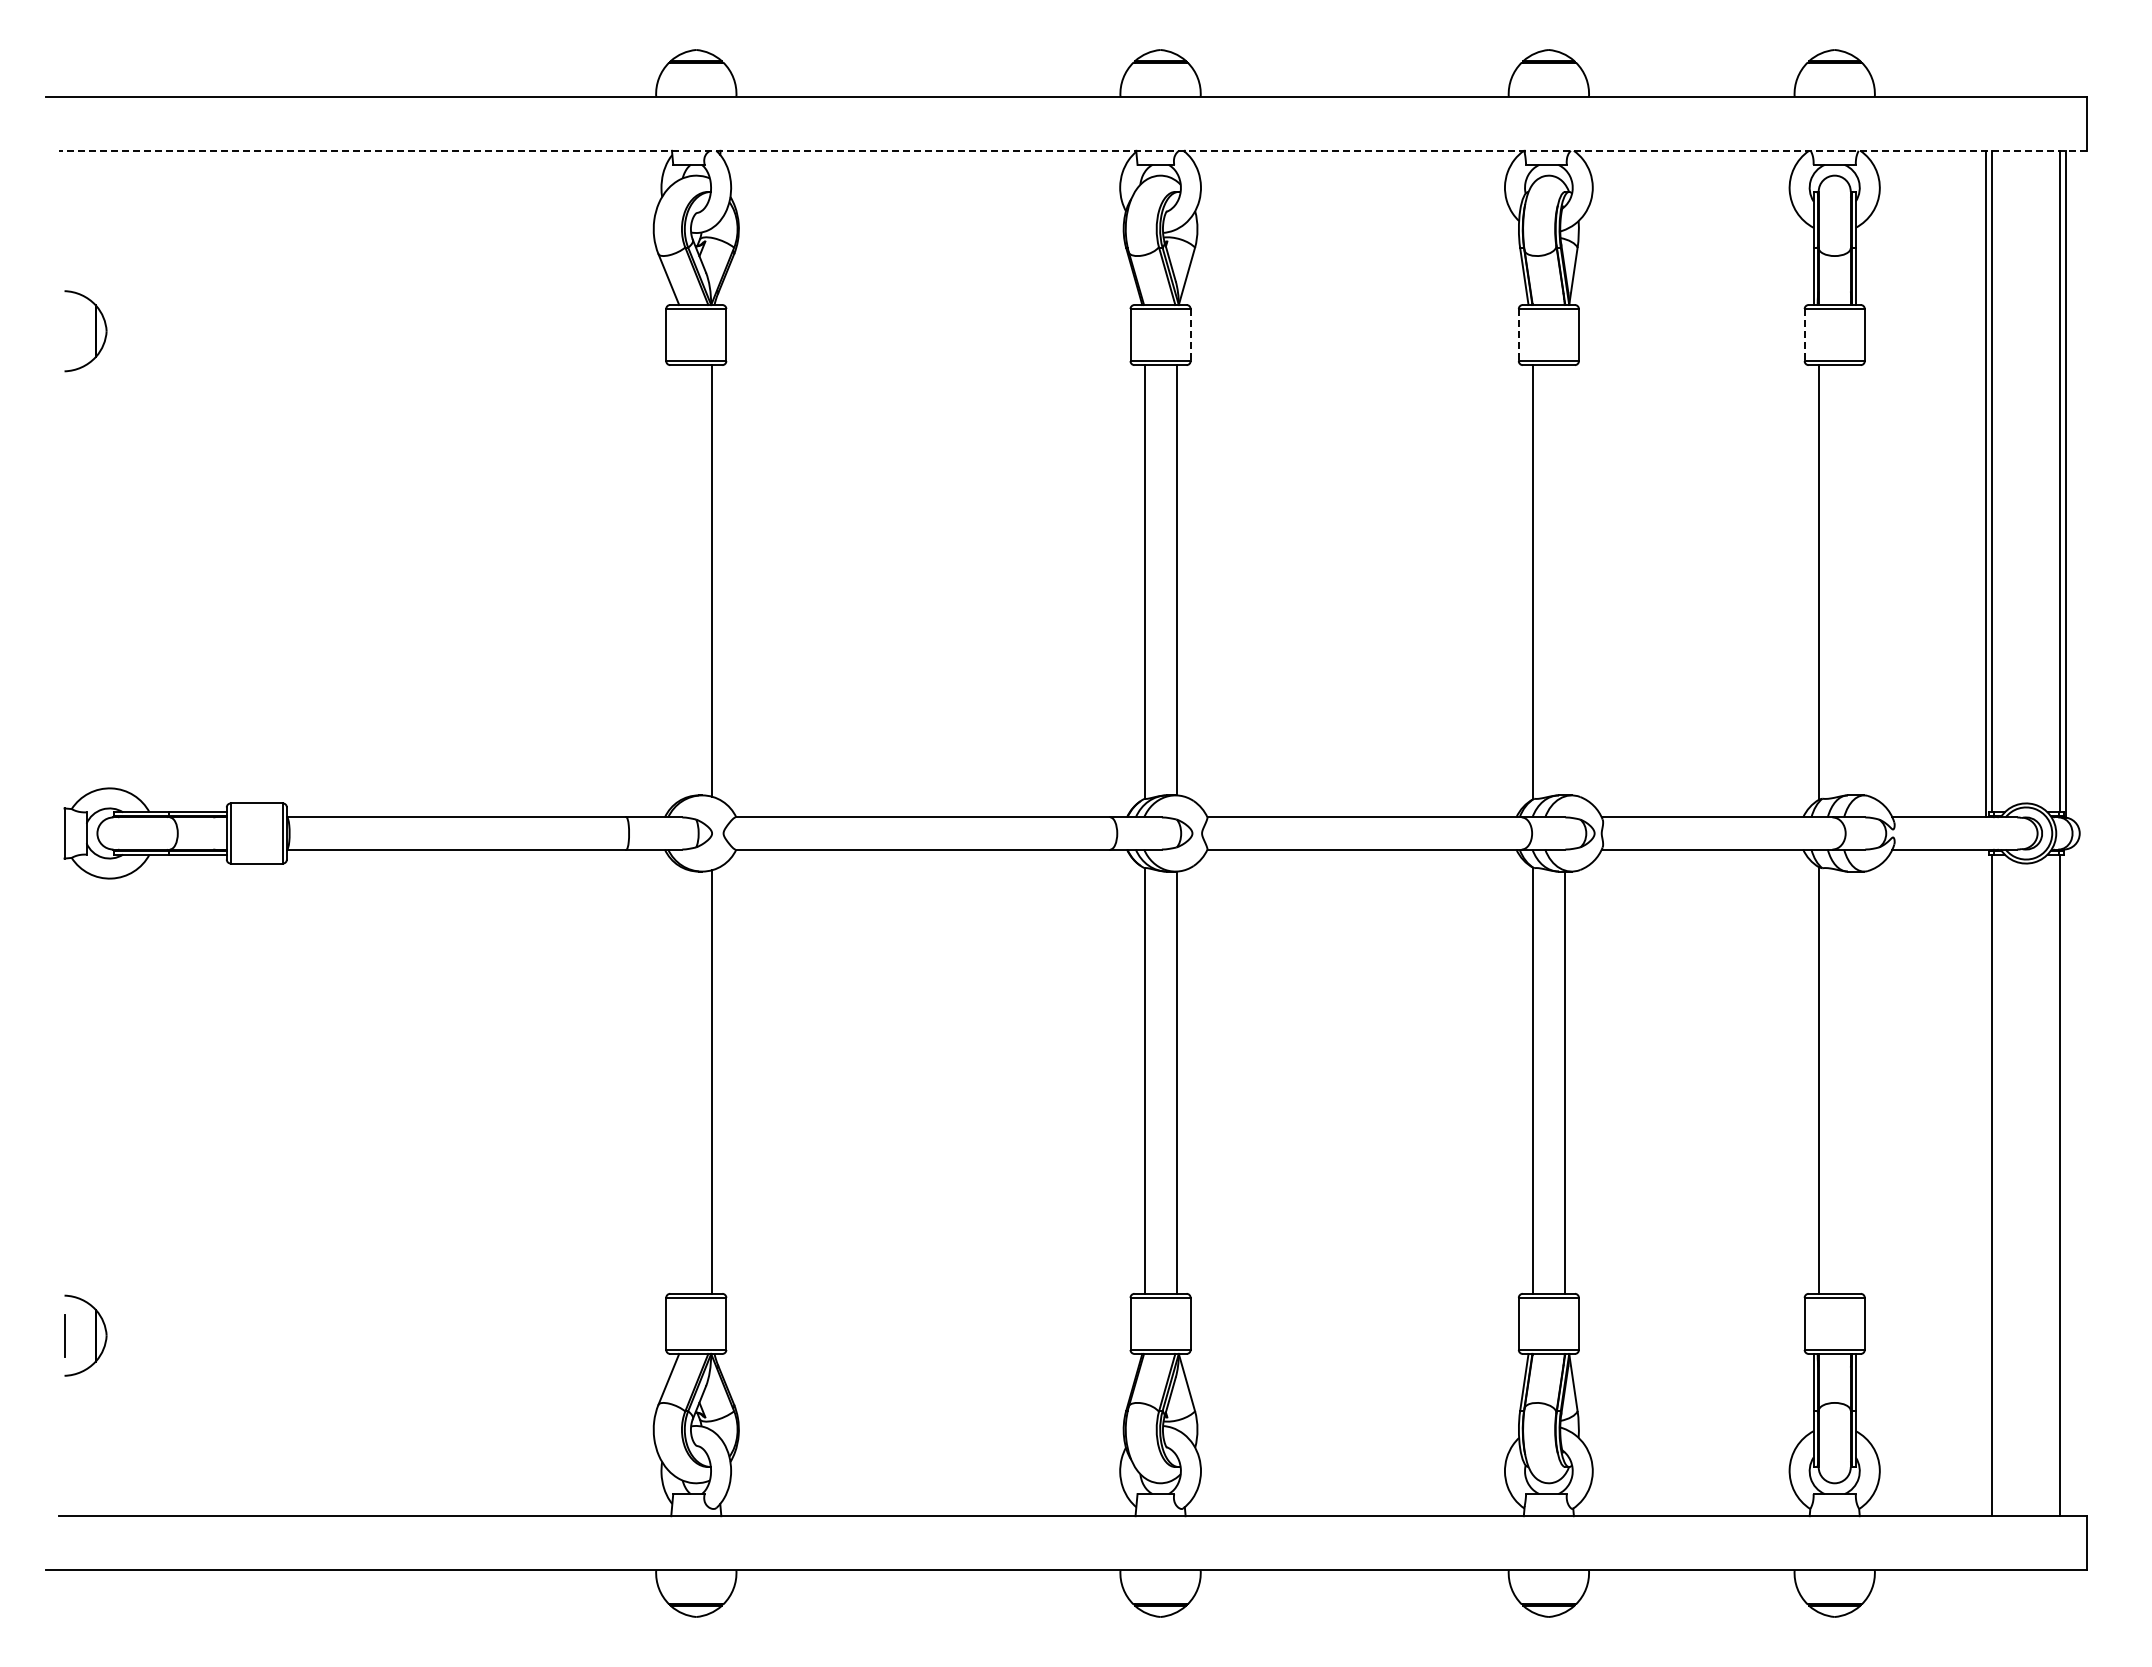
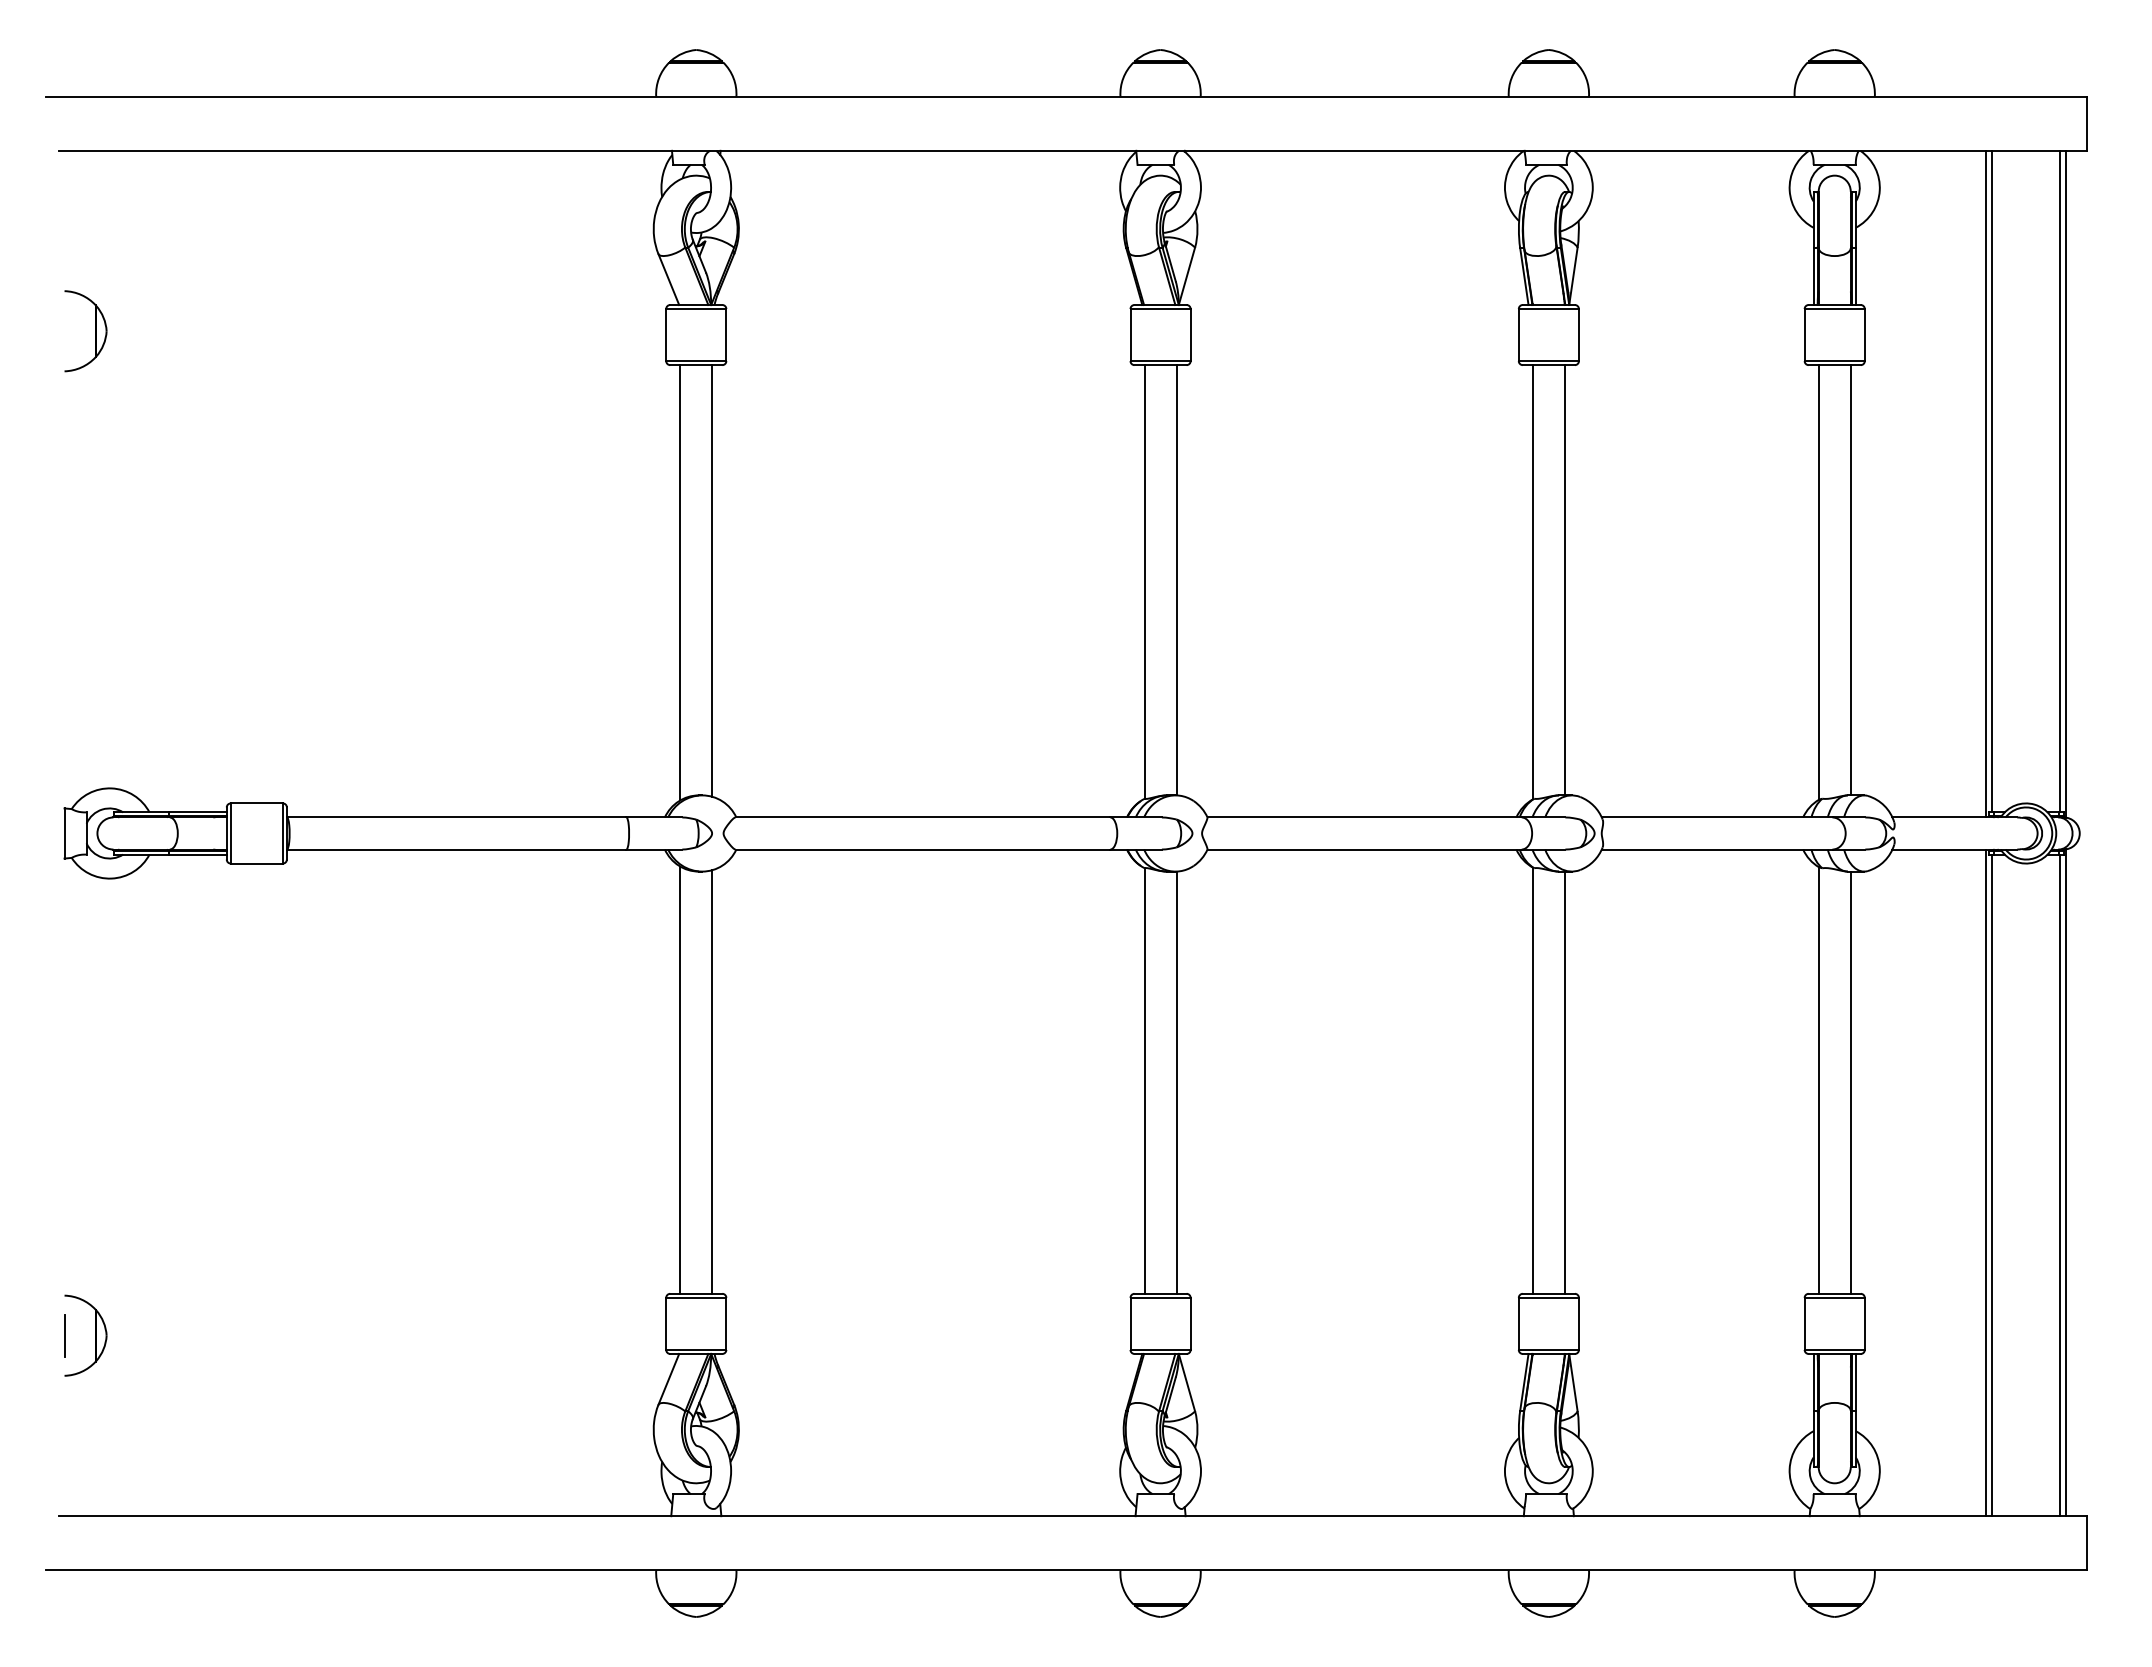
line at (1072, 150): dashed -> solid
line at (1190, 335): dashed -> solid
line at (1518, 335): dashed -> solid
line at (1804, 335): dashed -> solid
line at (1564, 580): none -> present
line at (1850, 580): none -> present
line at (680, 582): none -> present
line at (680, 1079): none -> present
line at (1850, 1082): none -> present
line at (1986, 1182): none -> present
line at (2066, 1182): none -> present
